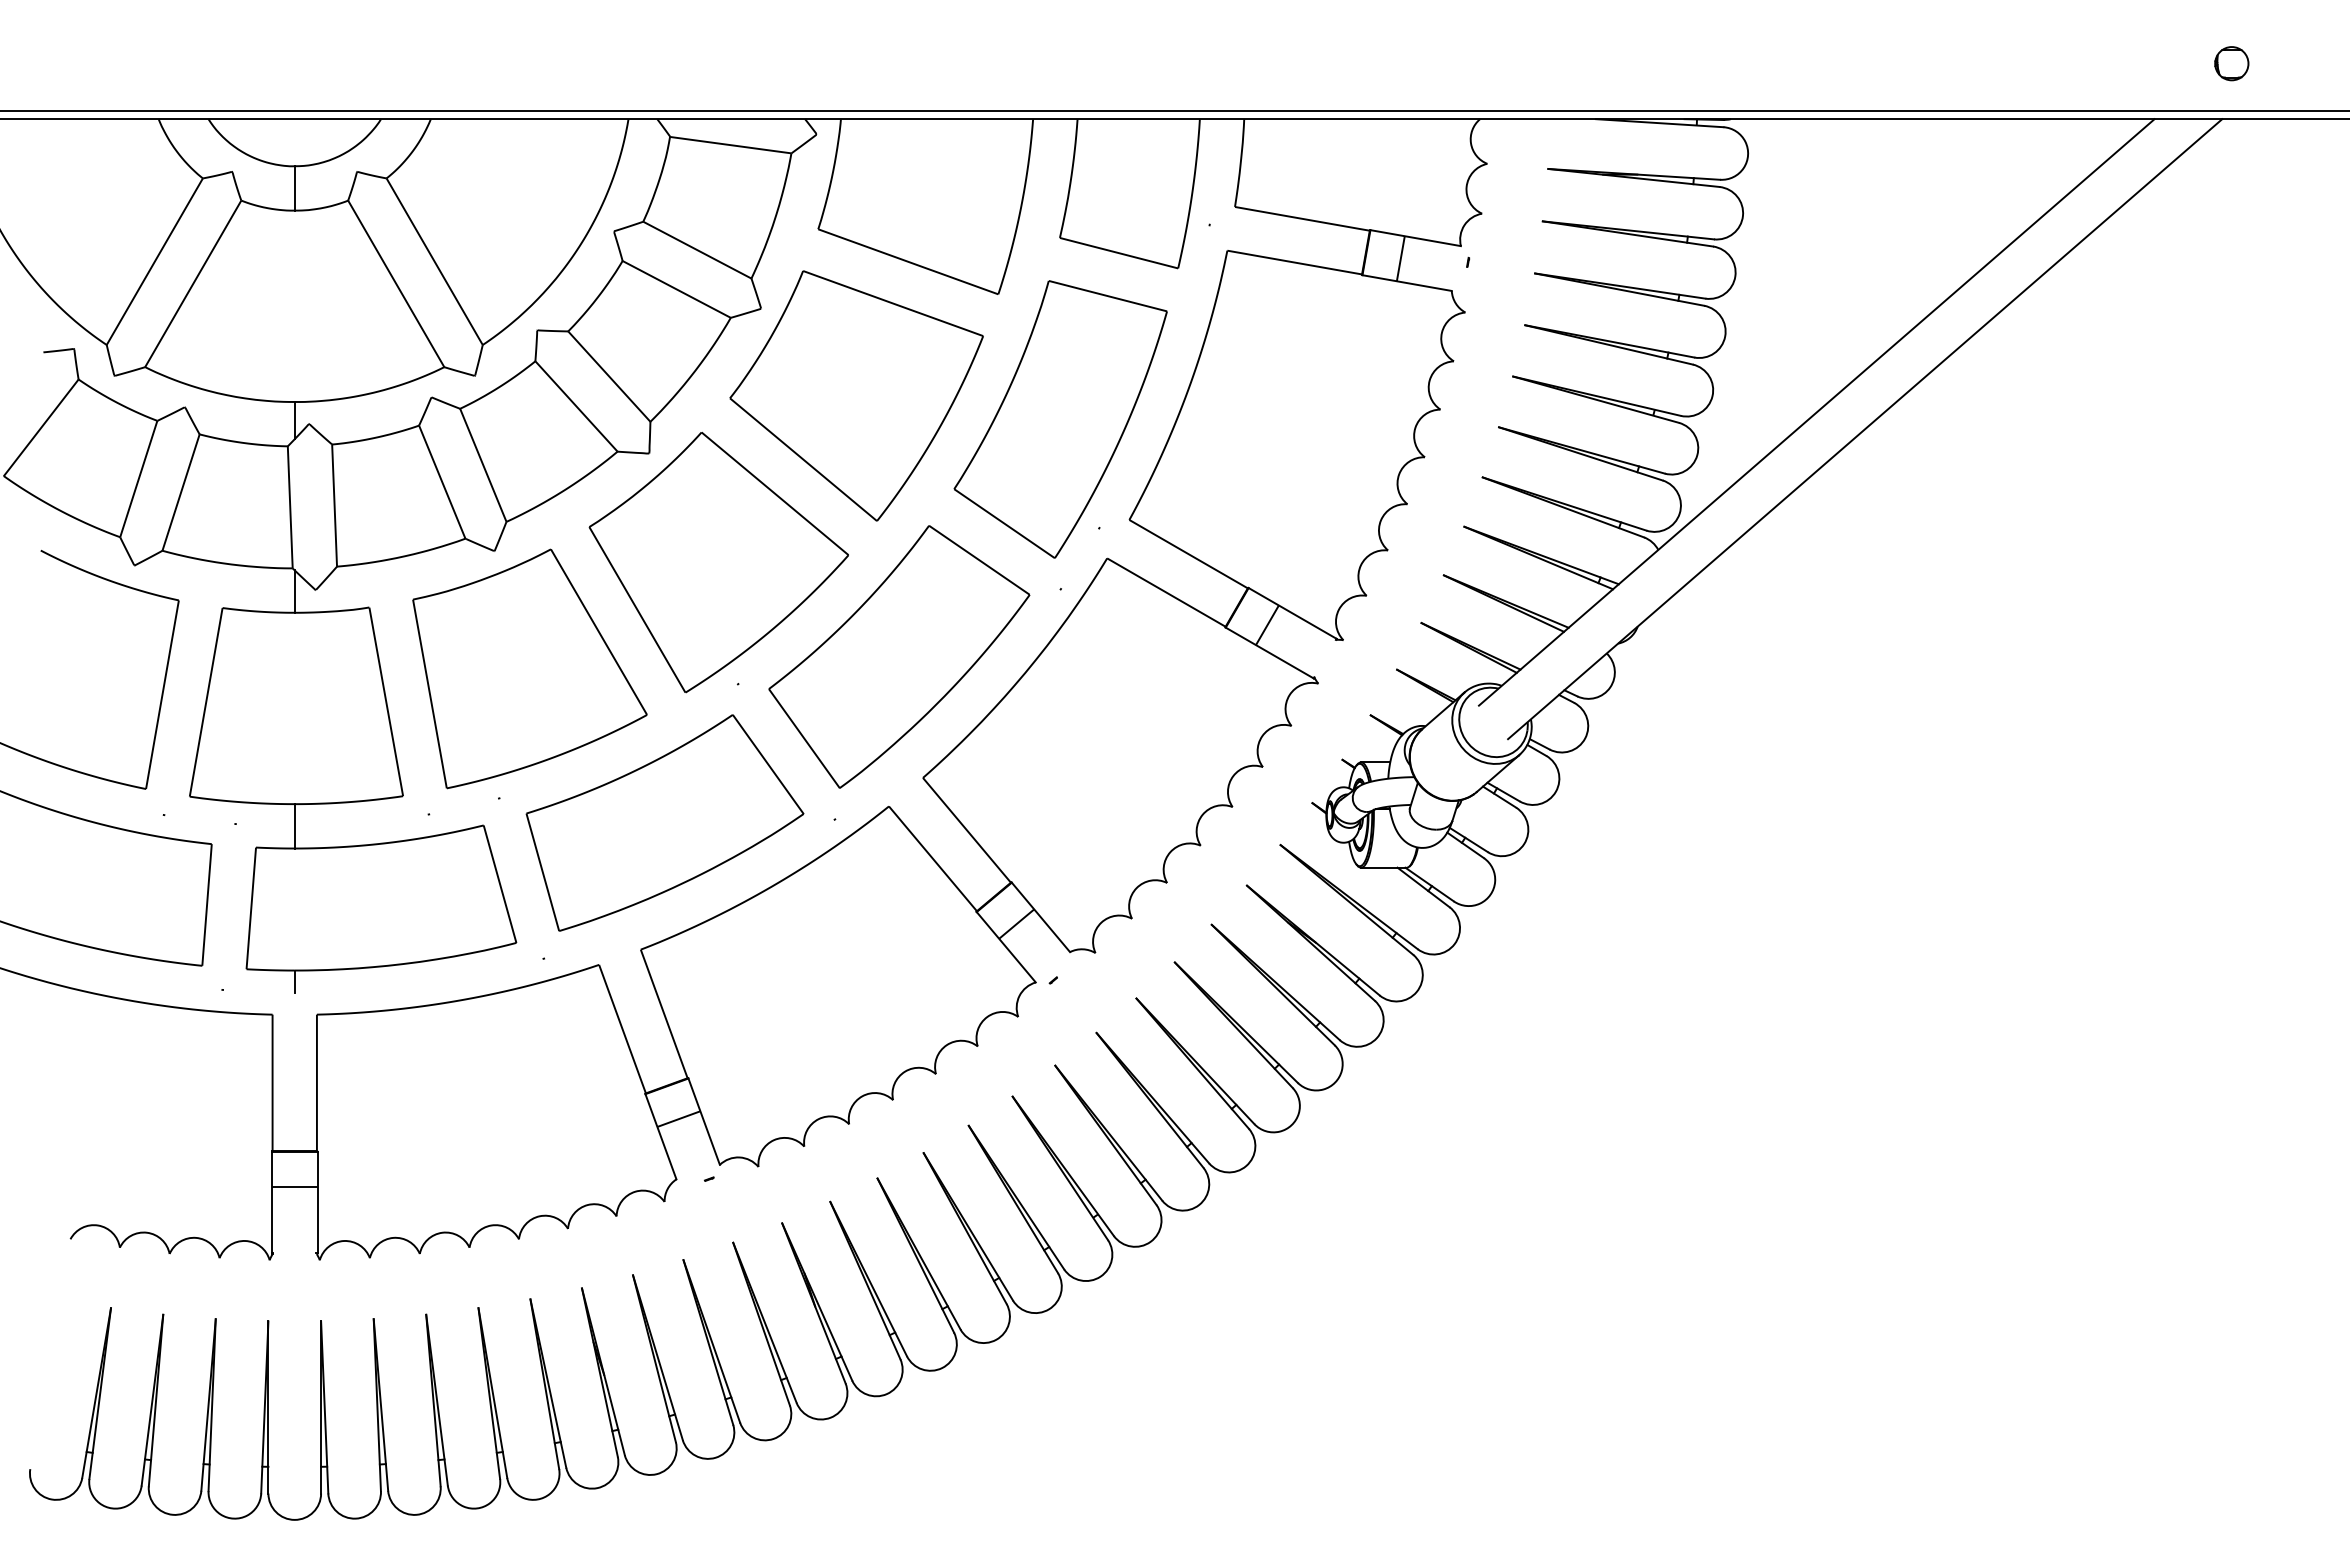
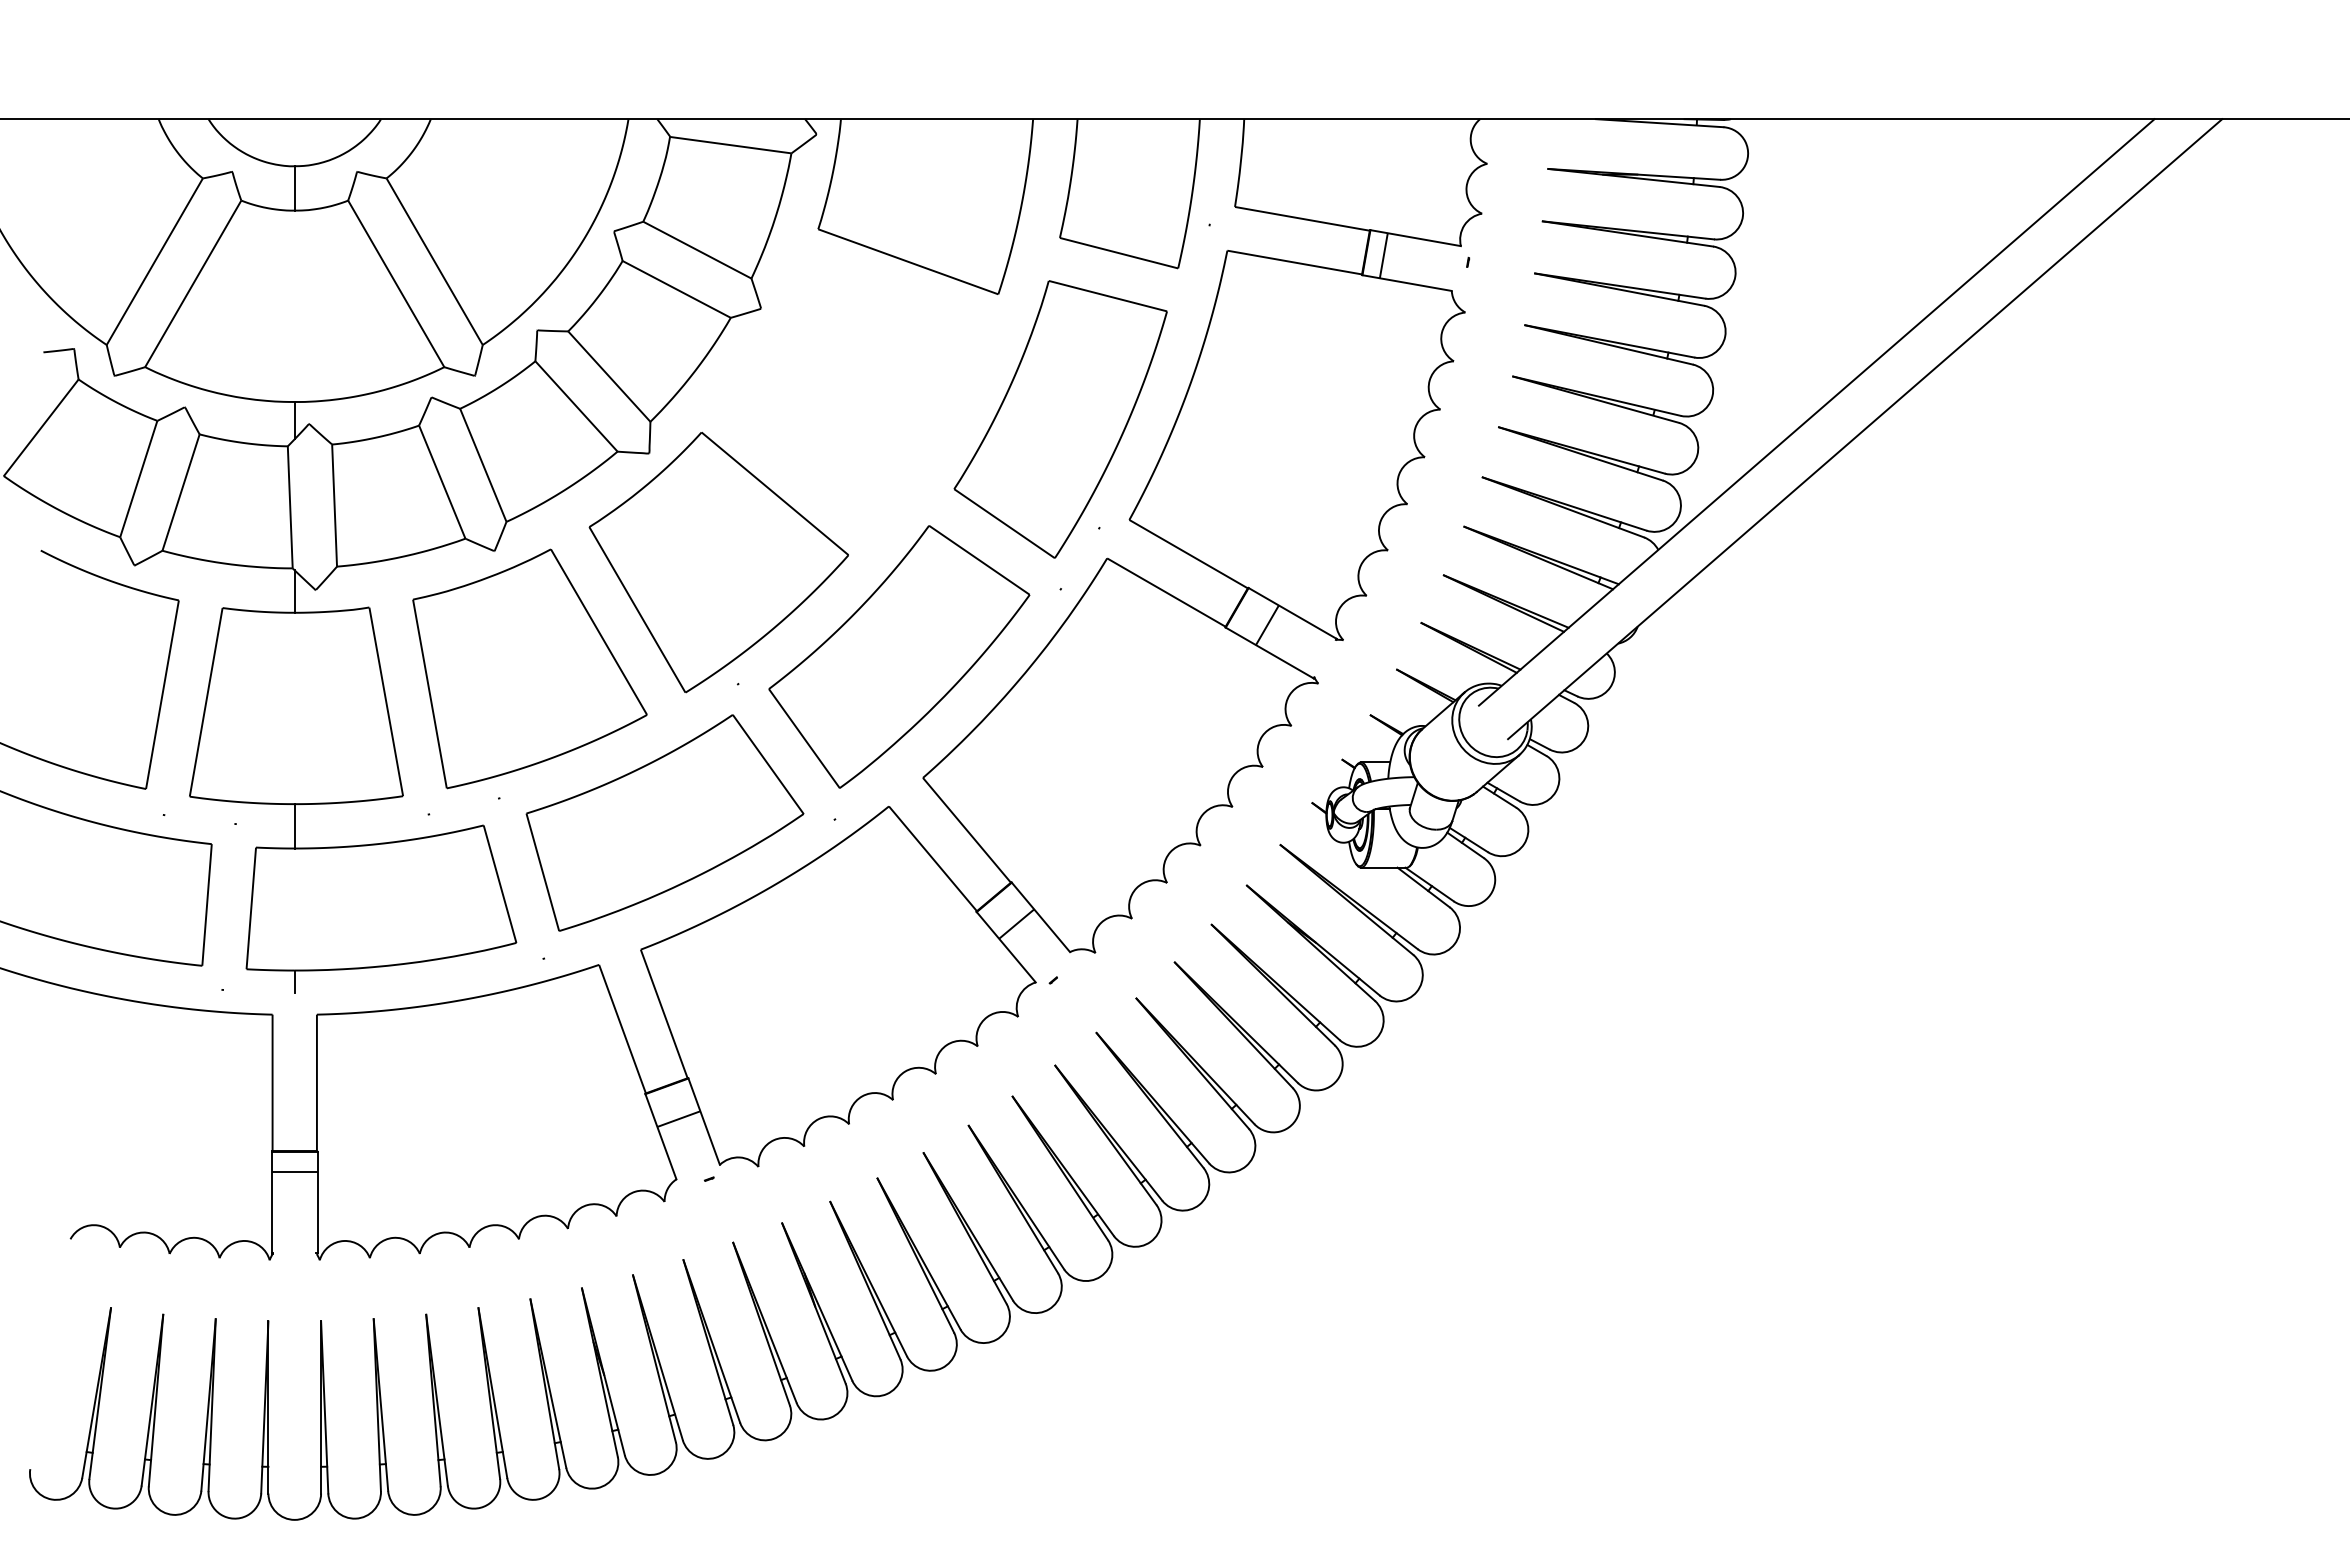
part at (2231, 63): present -> none
line at (1174, 110): present -> none
line at (1400, 258) position: (1400, 258) -> (1383, 255)
part at (856, 395): present -> none
line at (294, 1186) position: (294, 1186) -> (294, 1171)
